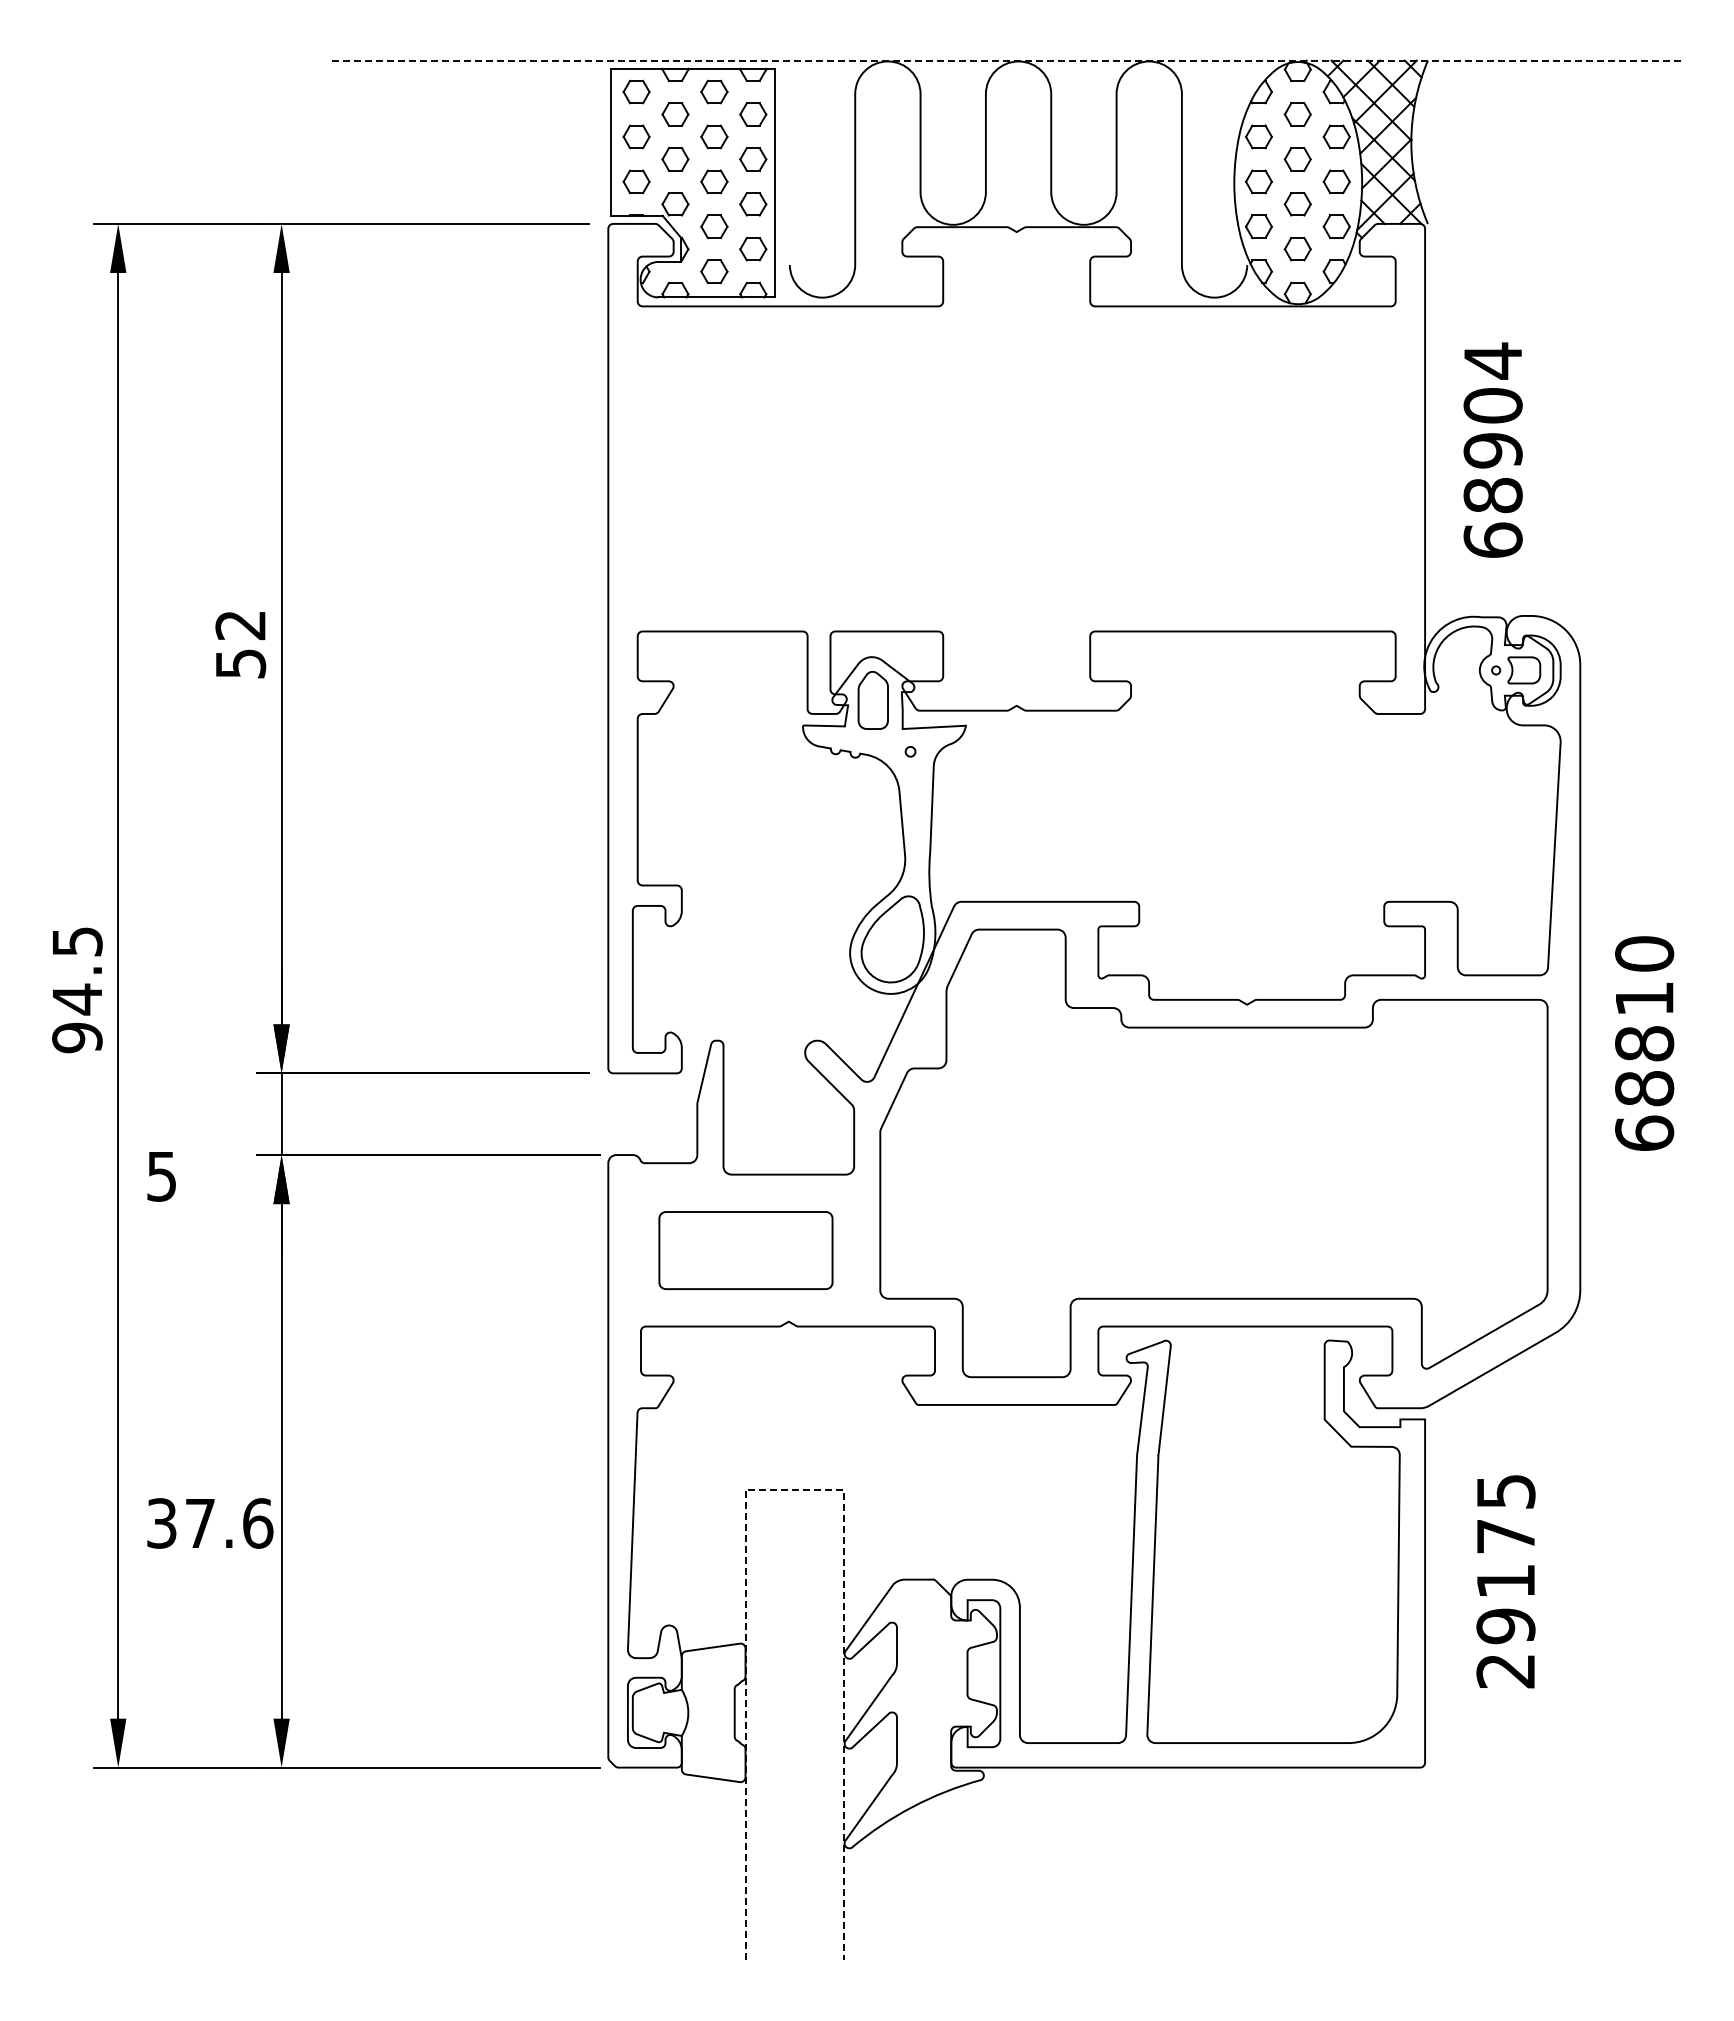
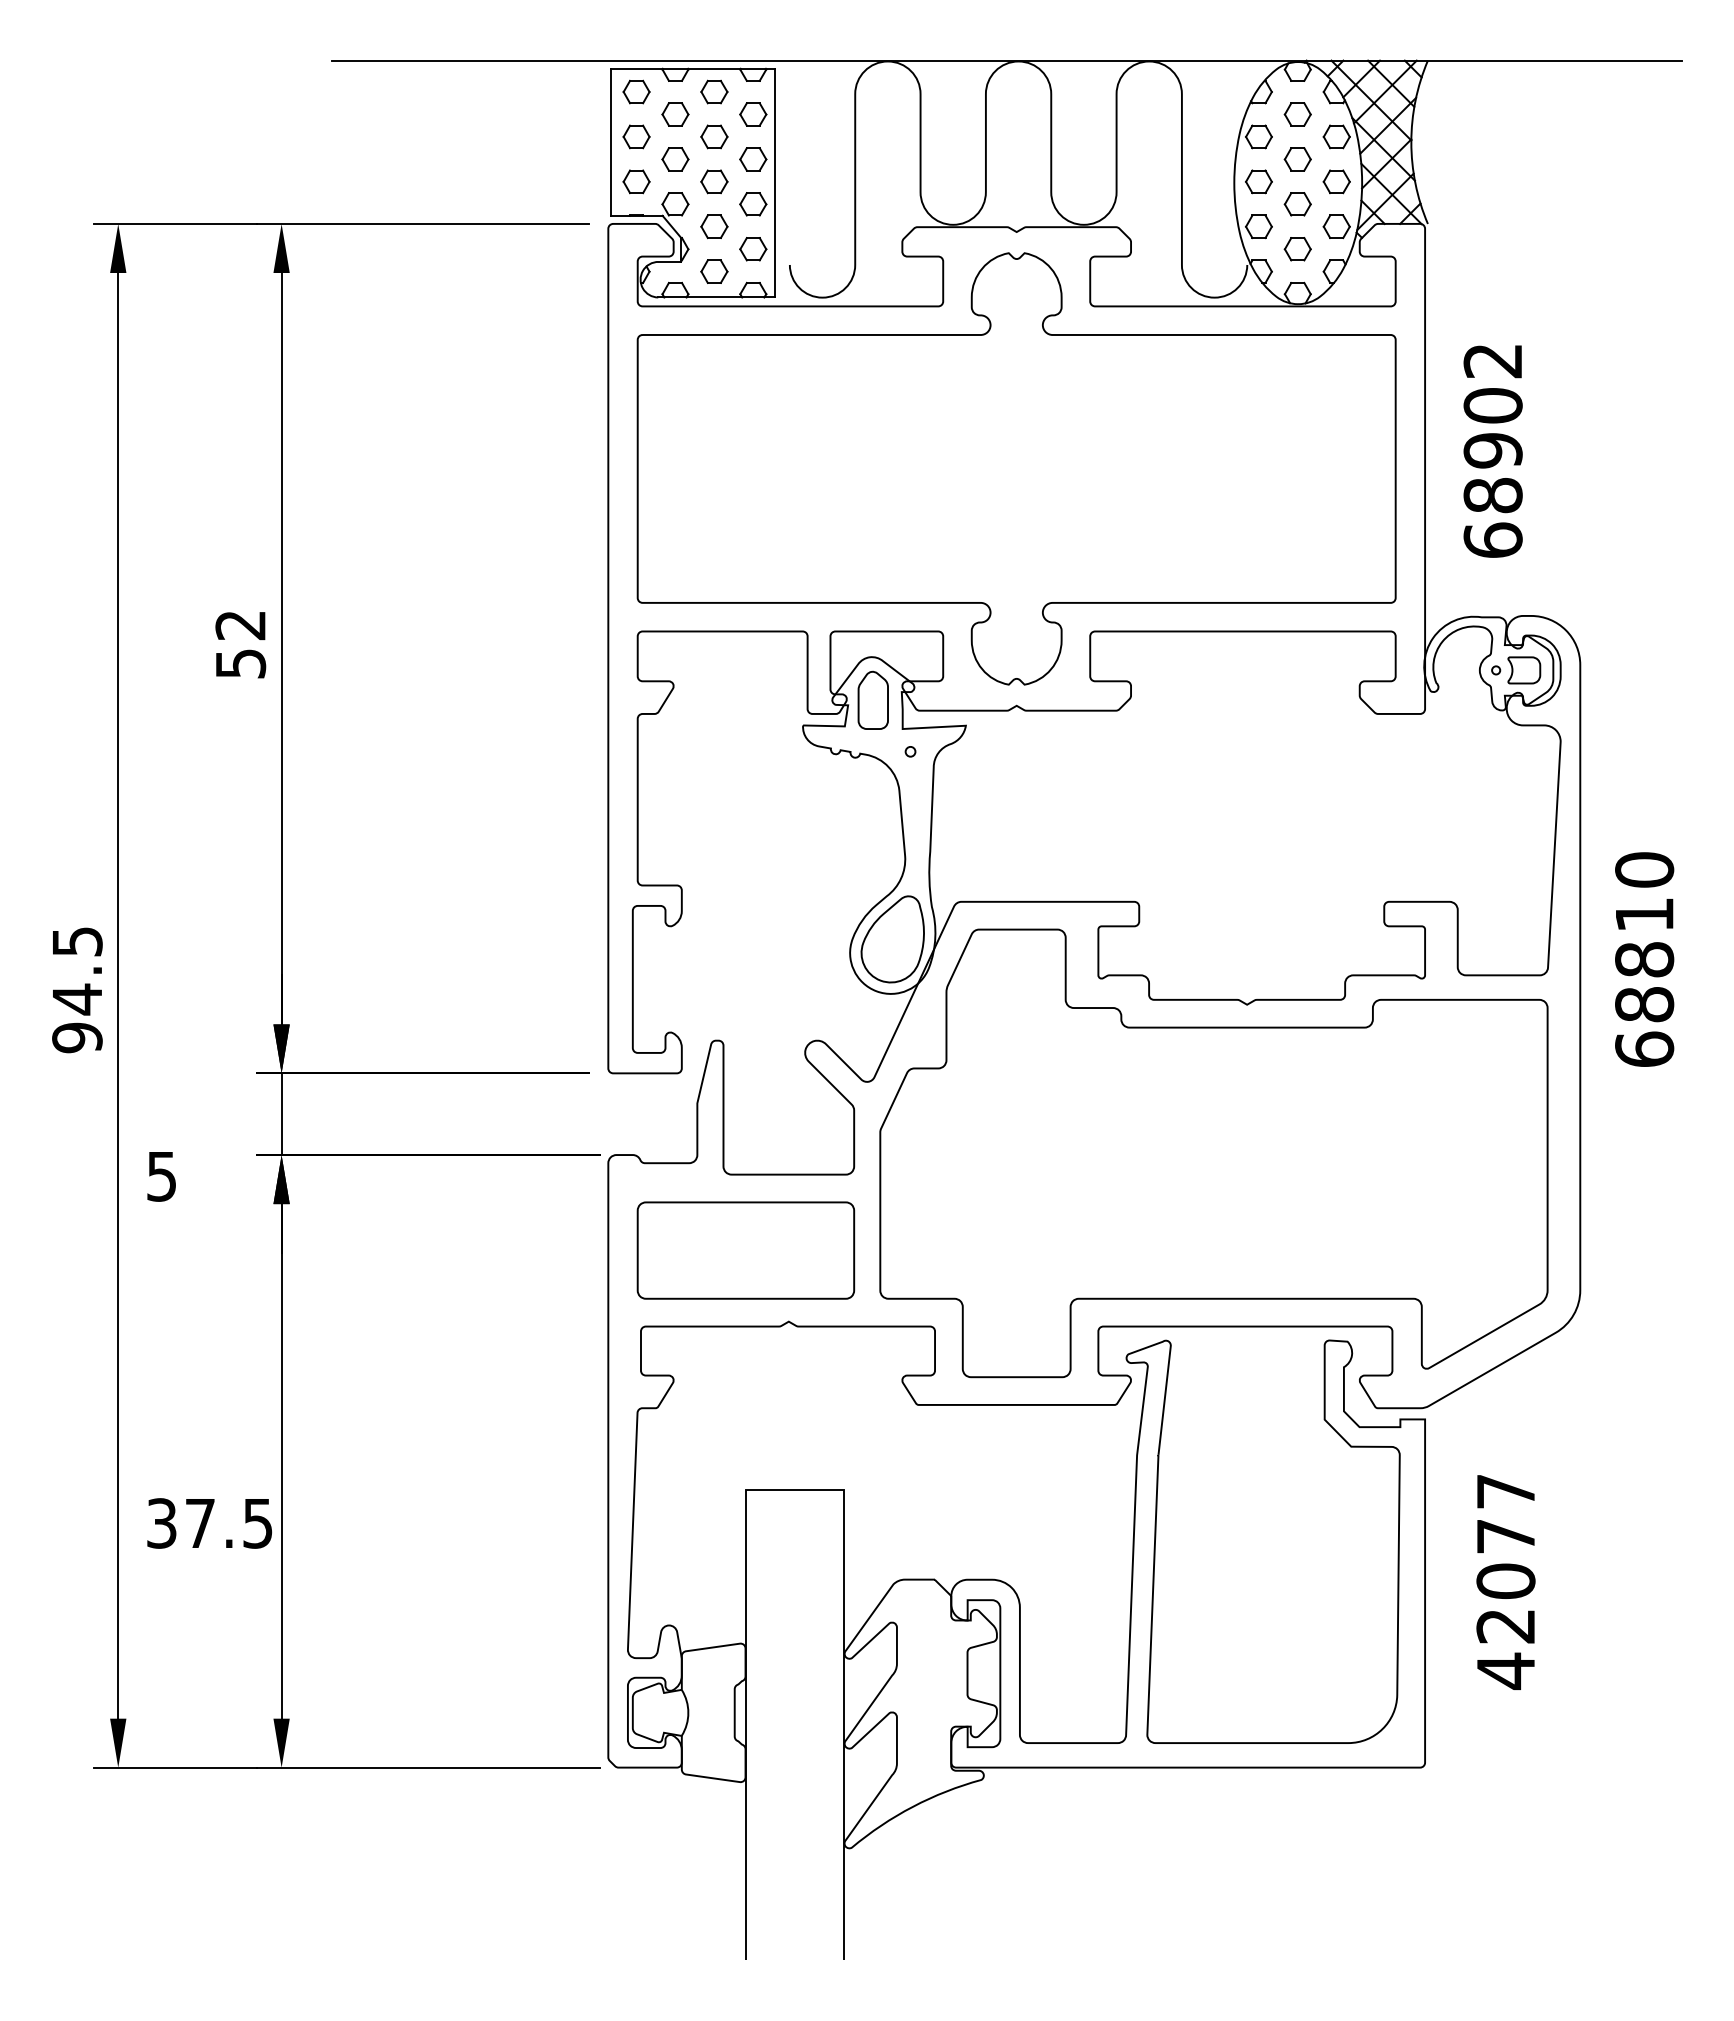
line at (1006, 60): dashed -> solid
text at (1492, 360): 68904 -> 68902
part at (1016, 468): none -> present
text at (1644, 1043) position: (1644, 1043) -> (1644, 959)
part at (745, 1250) size: 176x79 px -> 220x99 px
line at (795, 1489): dashed -> solid
text at (258, 1523): 37.6 -> 37.5
text at (1505, 1582): 29175 -> 42077
